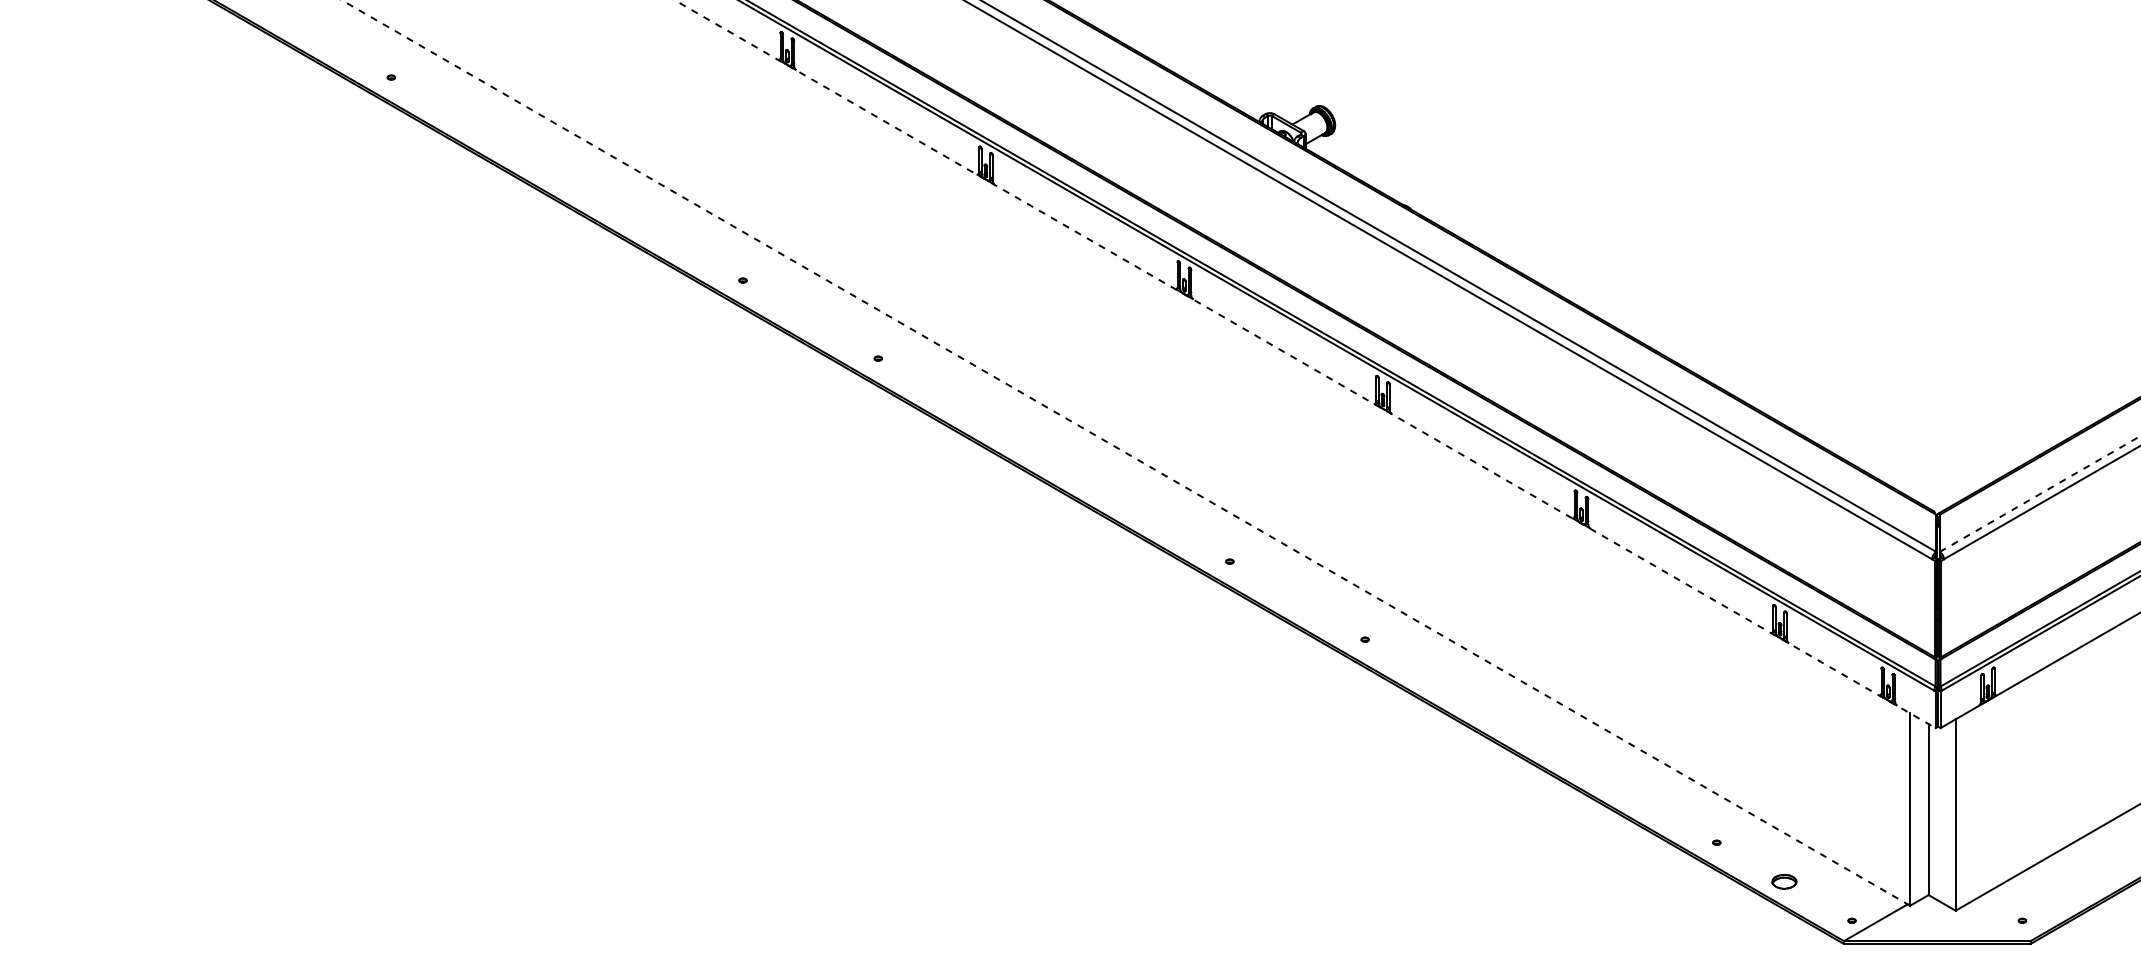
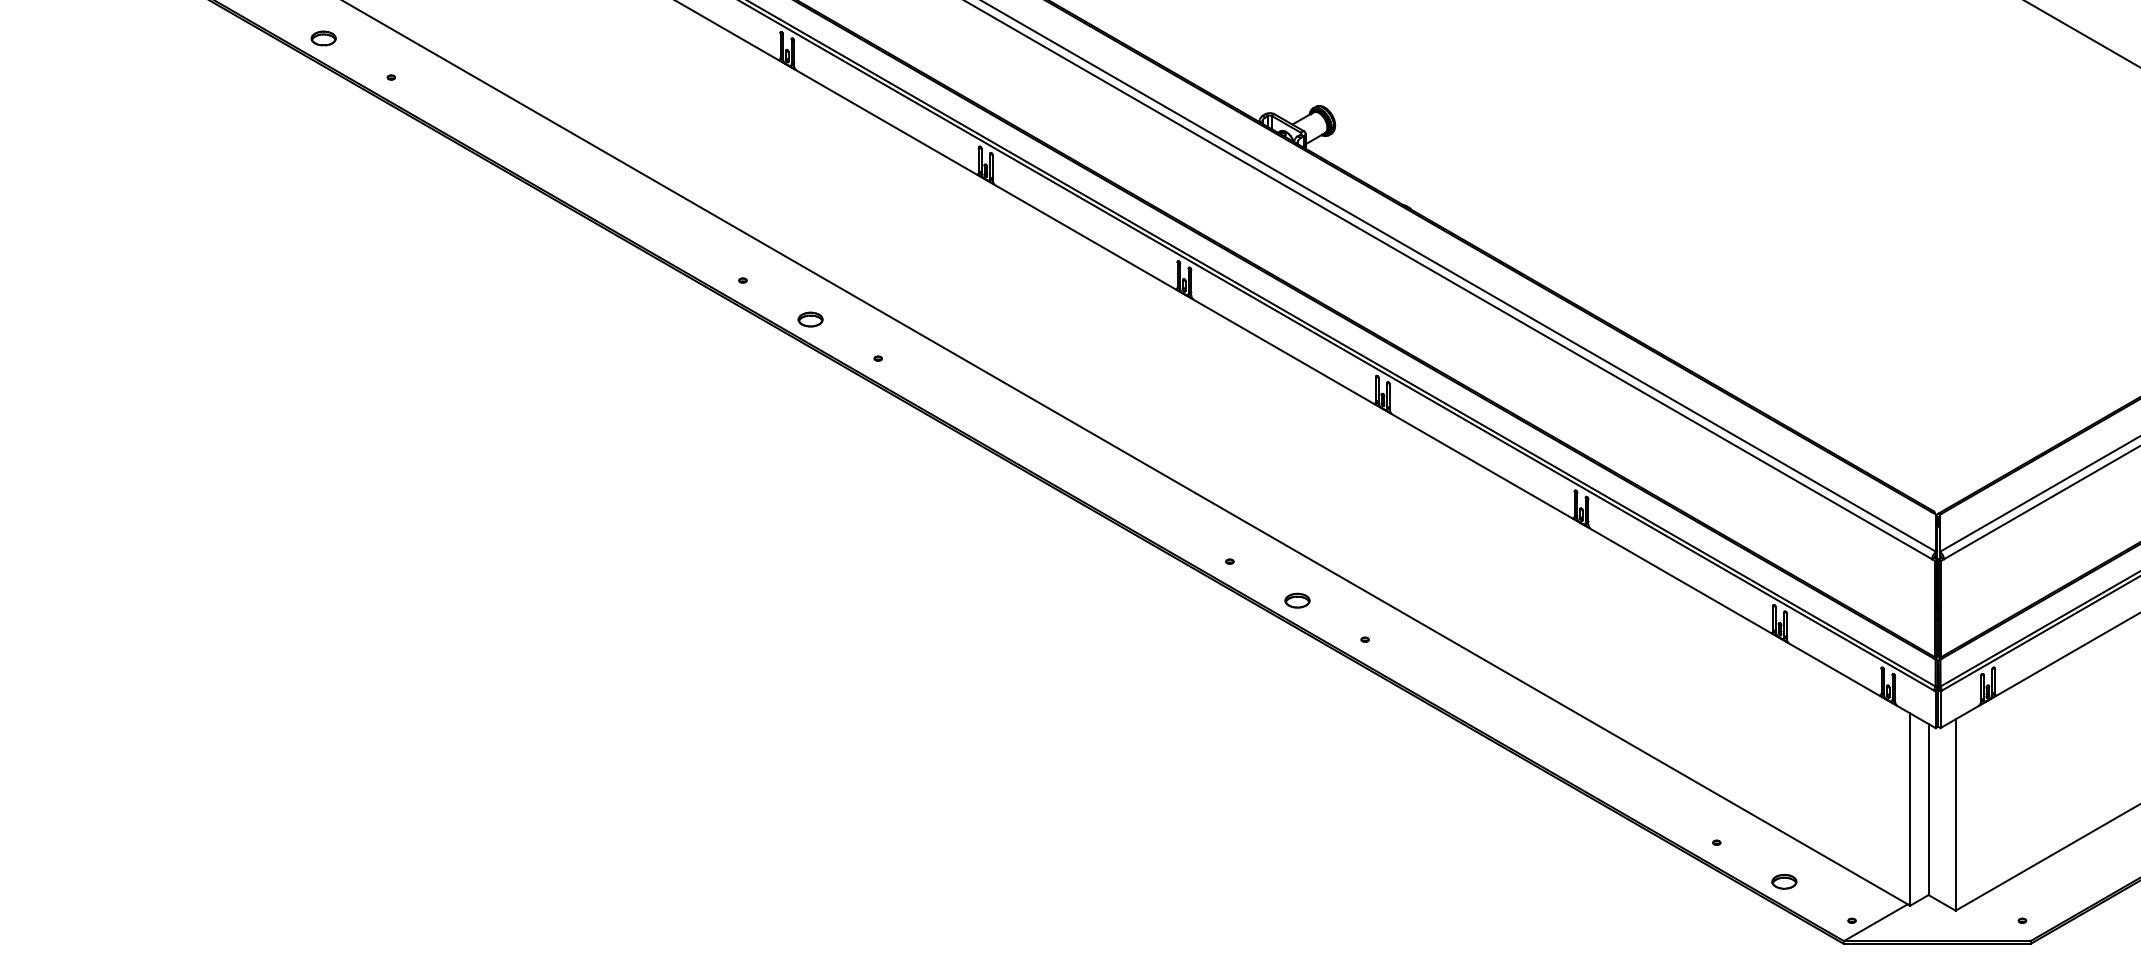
line at (2082, 34): none -> present
part at (323, 38): none -> present
part at (810, 319): none -> present
line at (1305, 364): dashed -> solid
line at (1125, 452): dashed -> solid
line at (2040, 493): dashed -> solid
part at (1297, 600): none -> present
